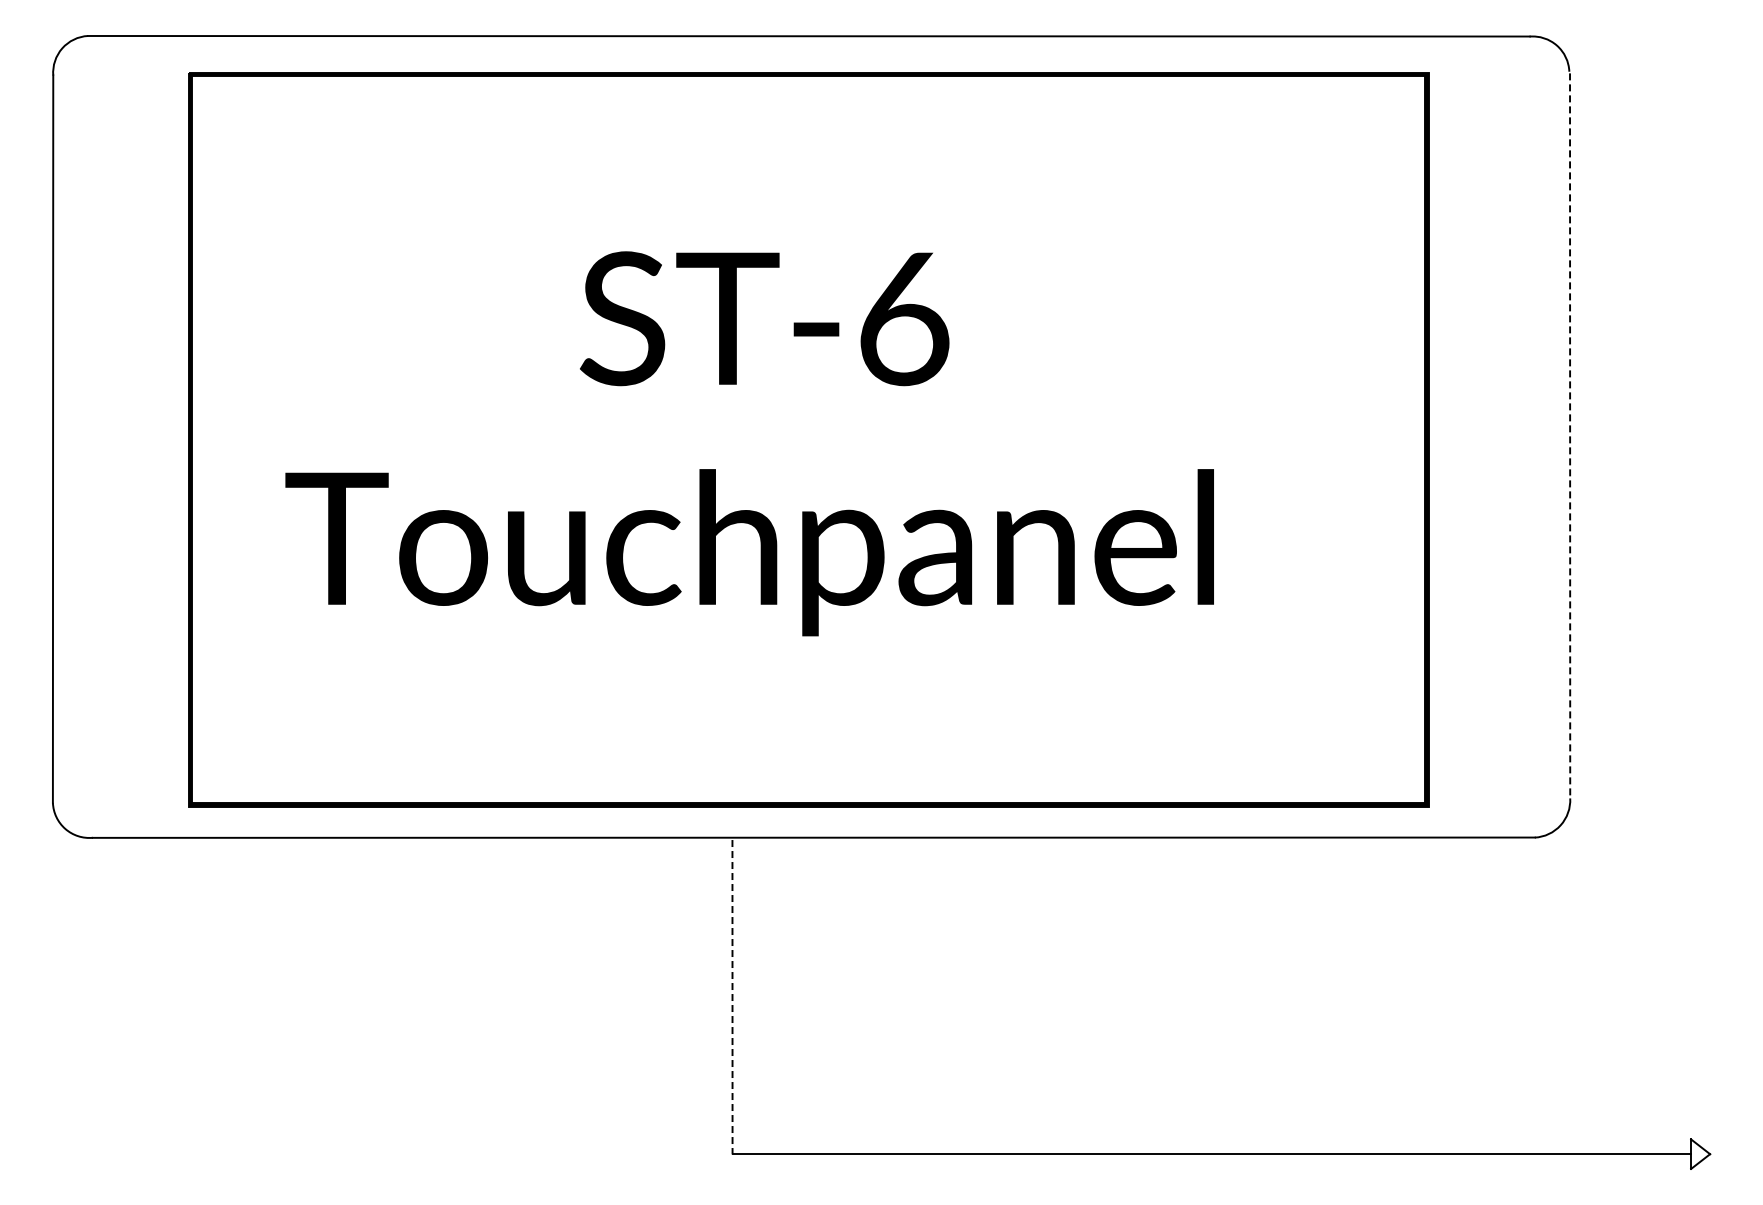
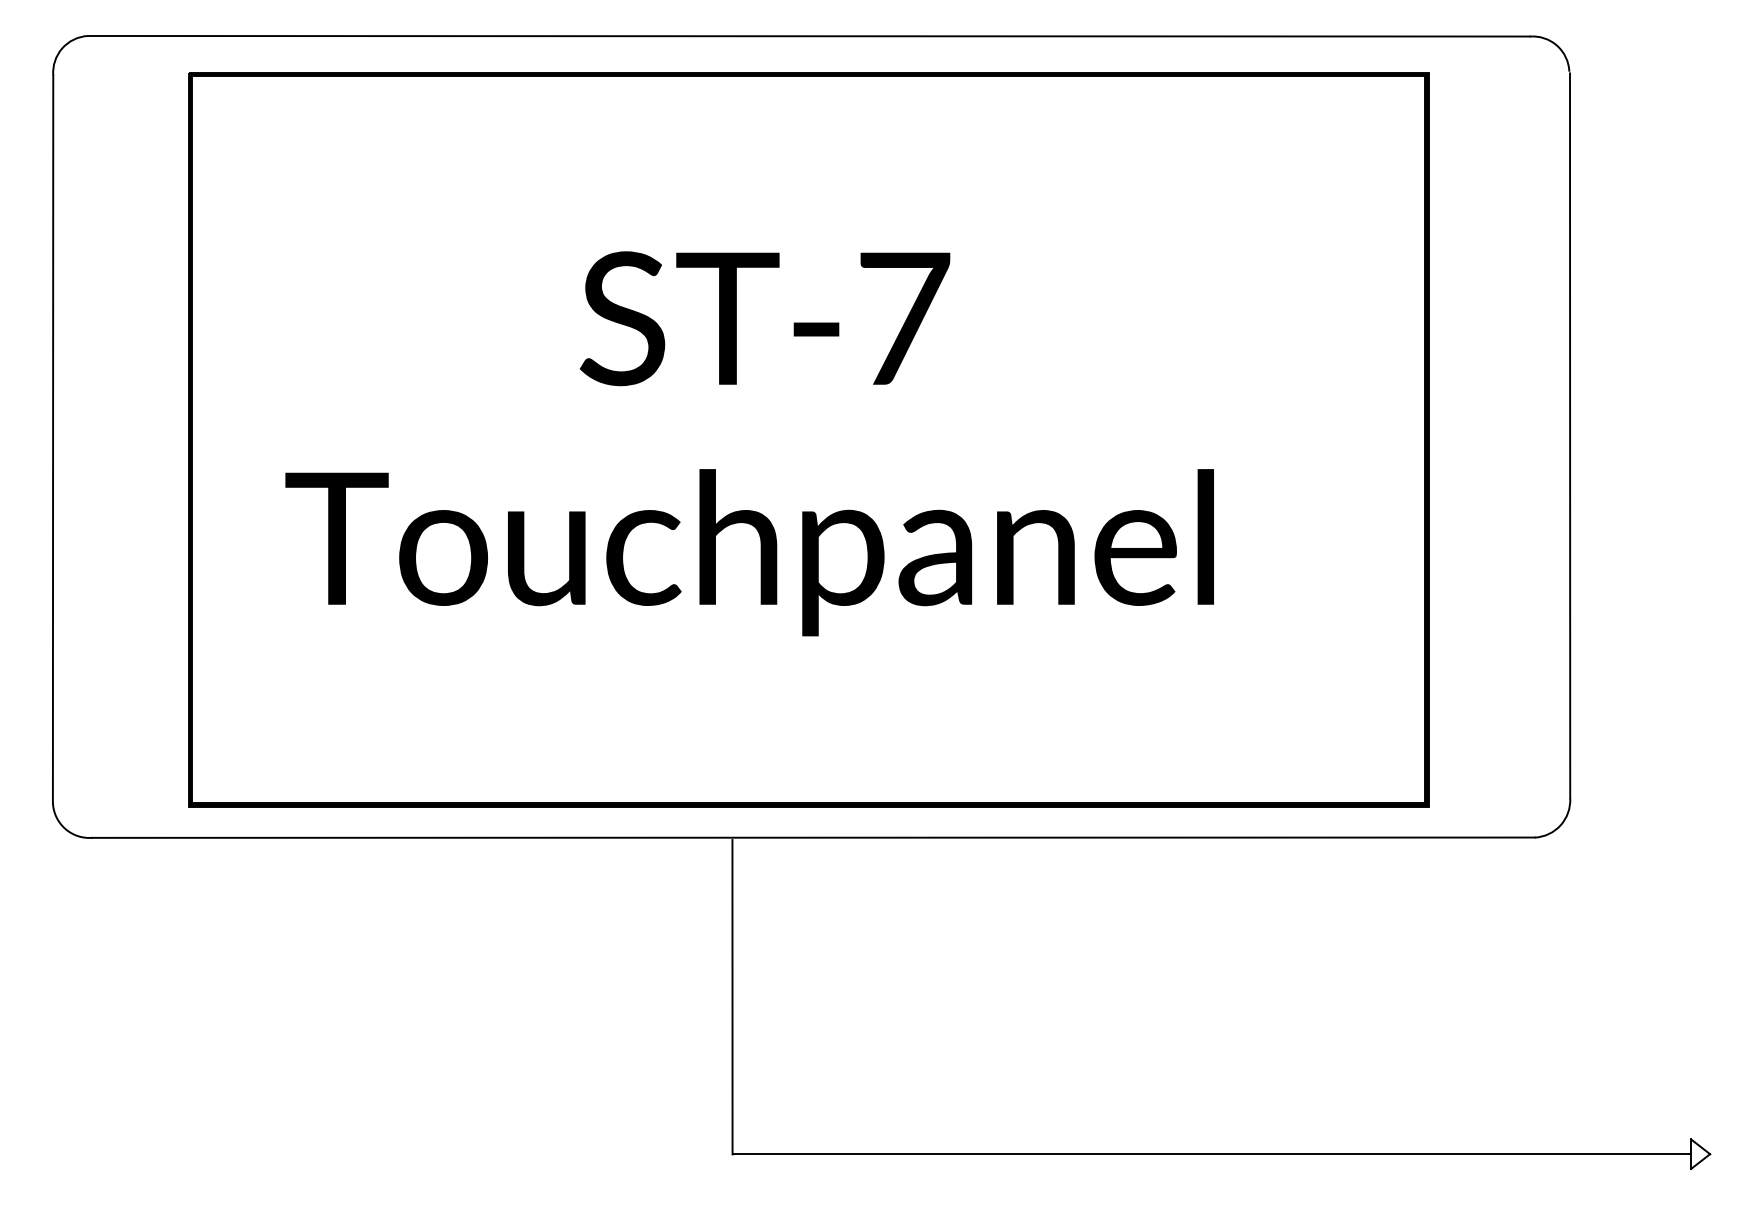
text at (905, 319): ST-6 -> ST-7
line at (1570, 436): dashed -> solid
line at (732, 997): dashed -> solid
